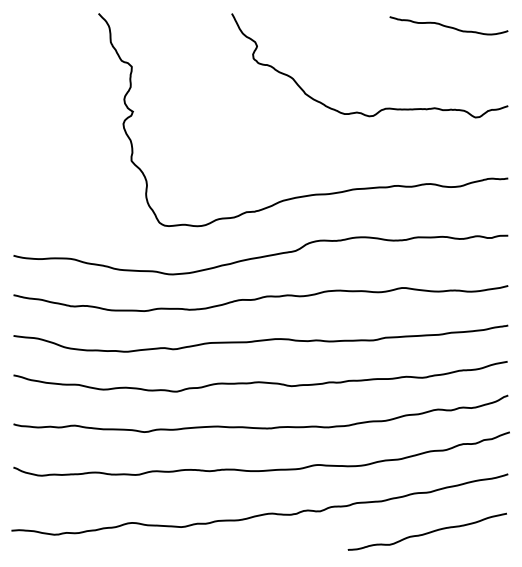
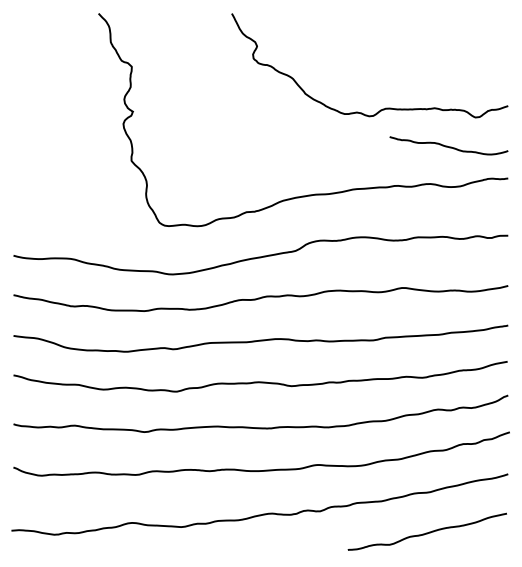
curve at (447, 25) position: (447, 25) -> (447, 145)
